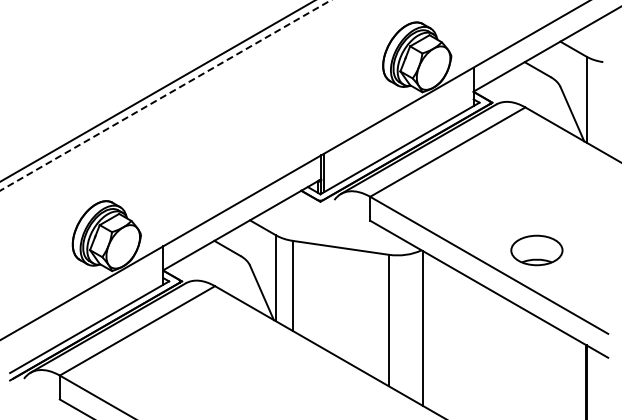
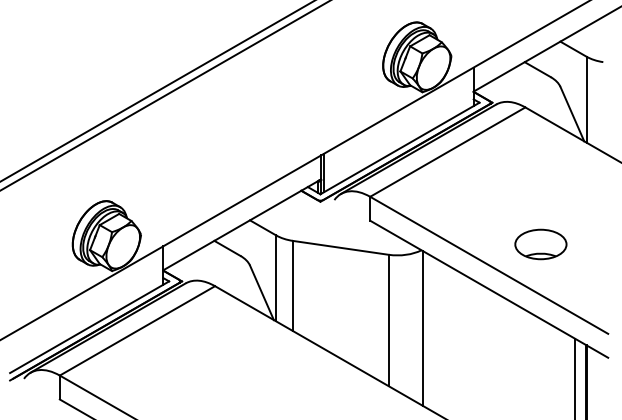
line at (166, 95): dashed -> solid
part at (536, 250) position: (536, 250) -> (540, 244)
line at (575, 377): none -> present
